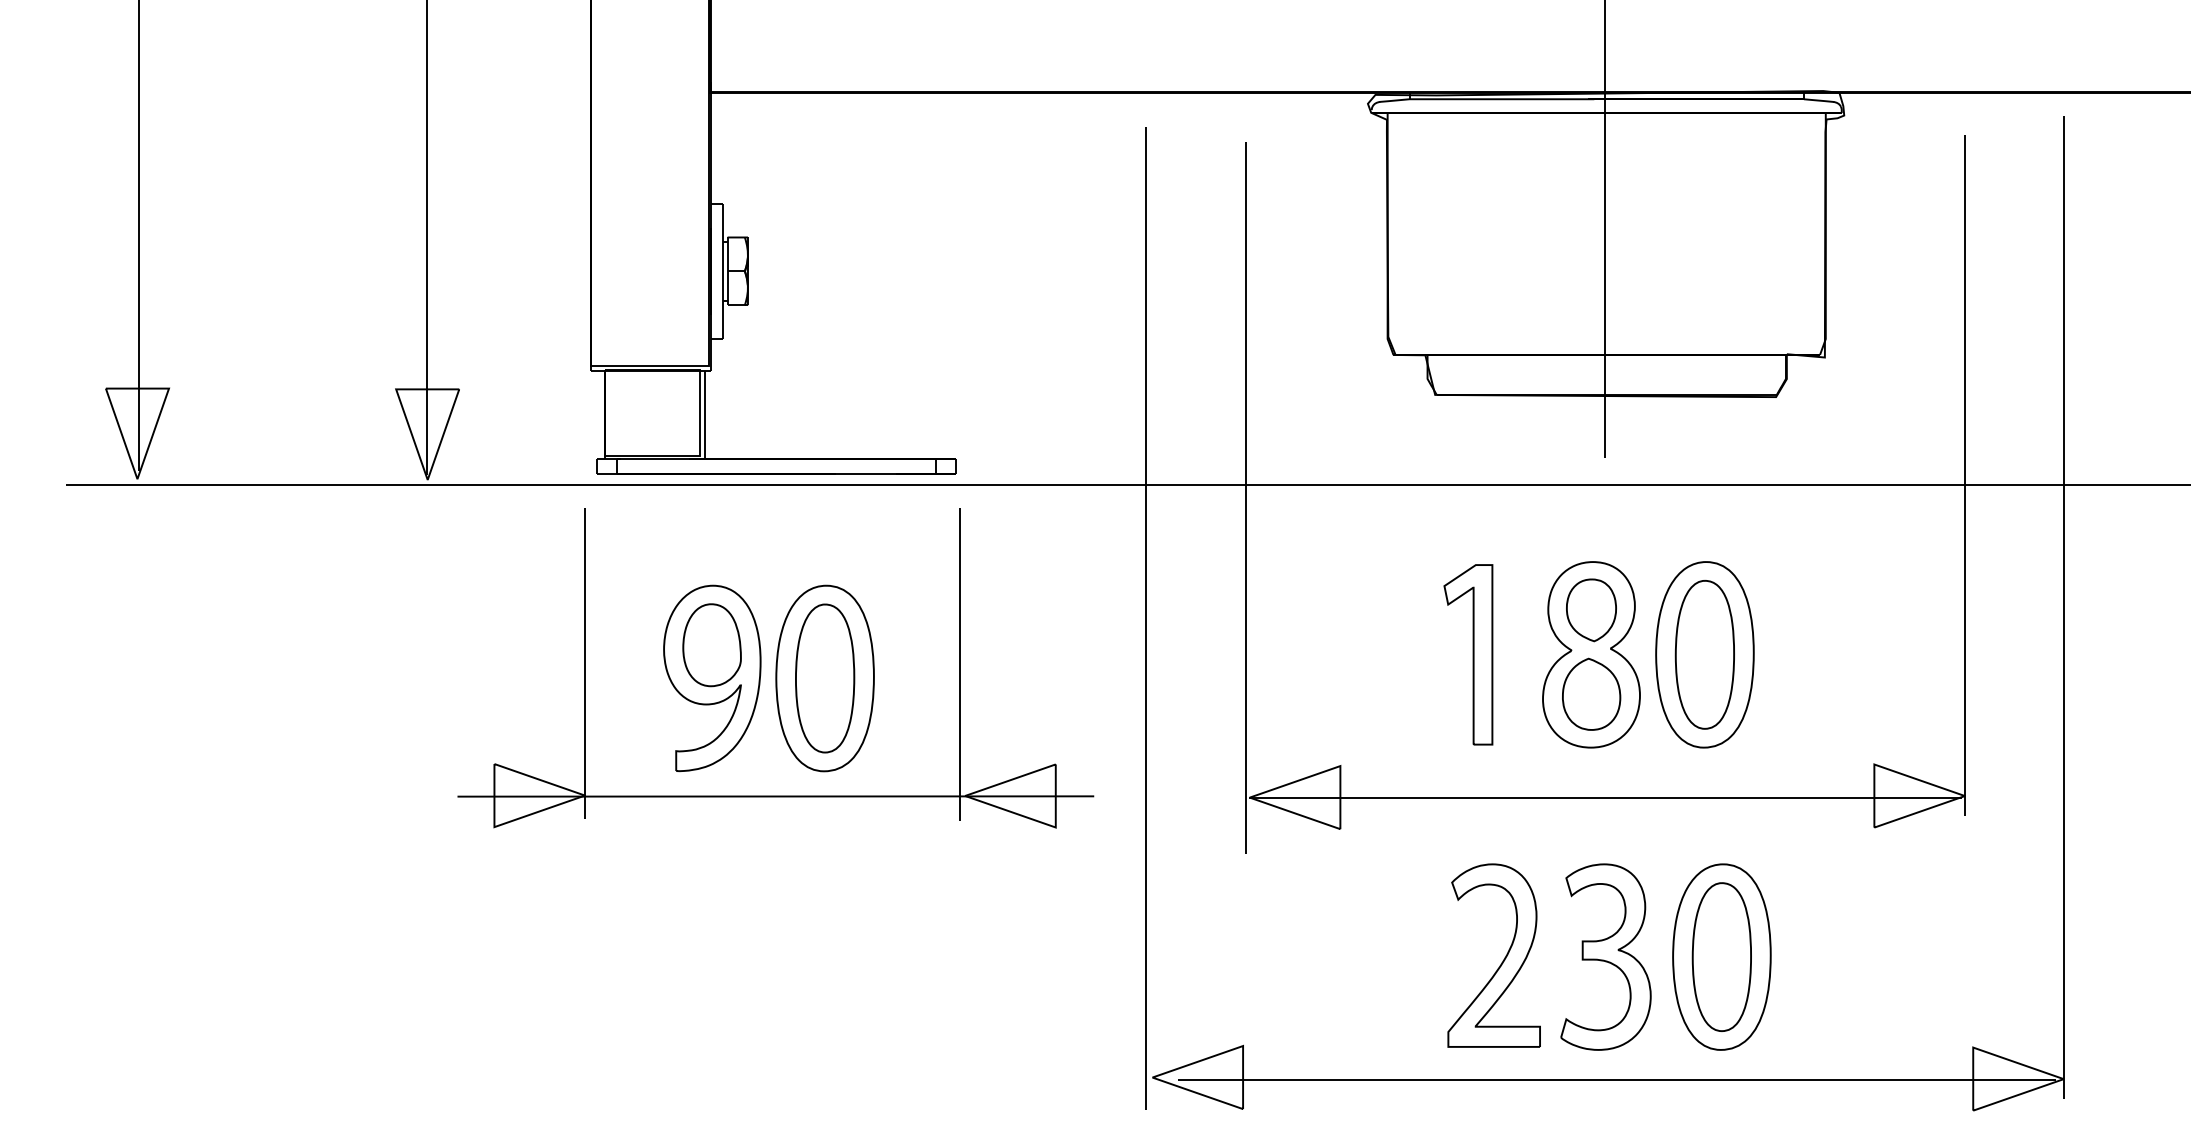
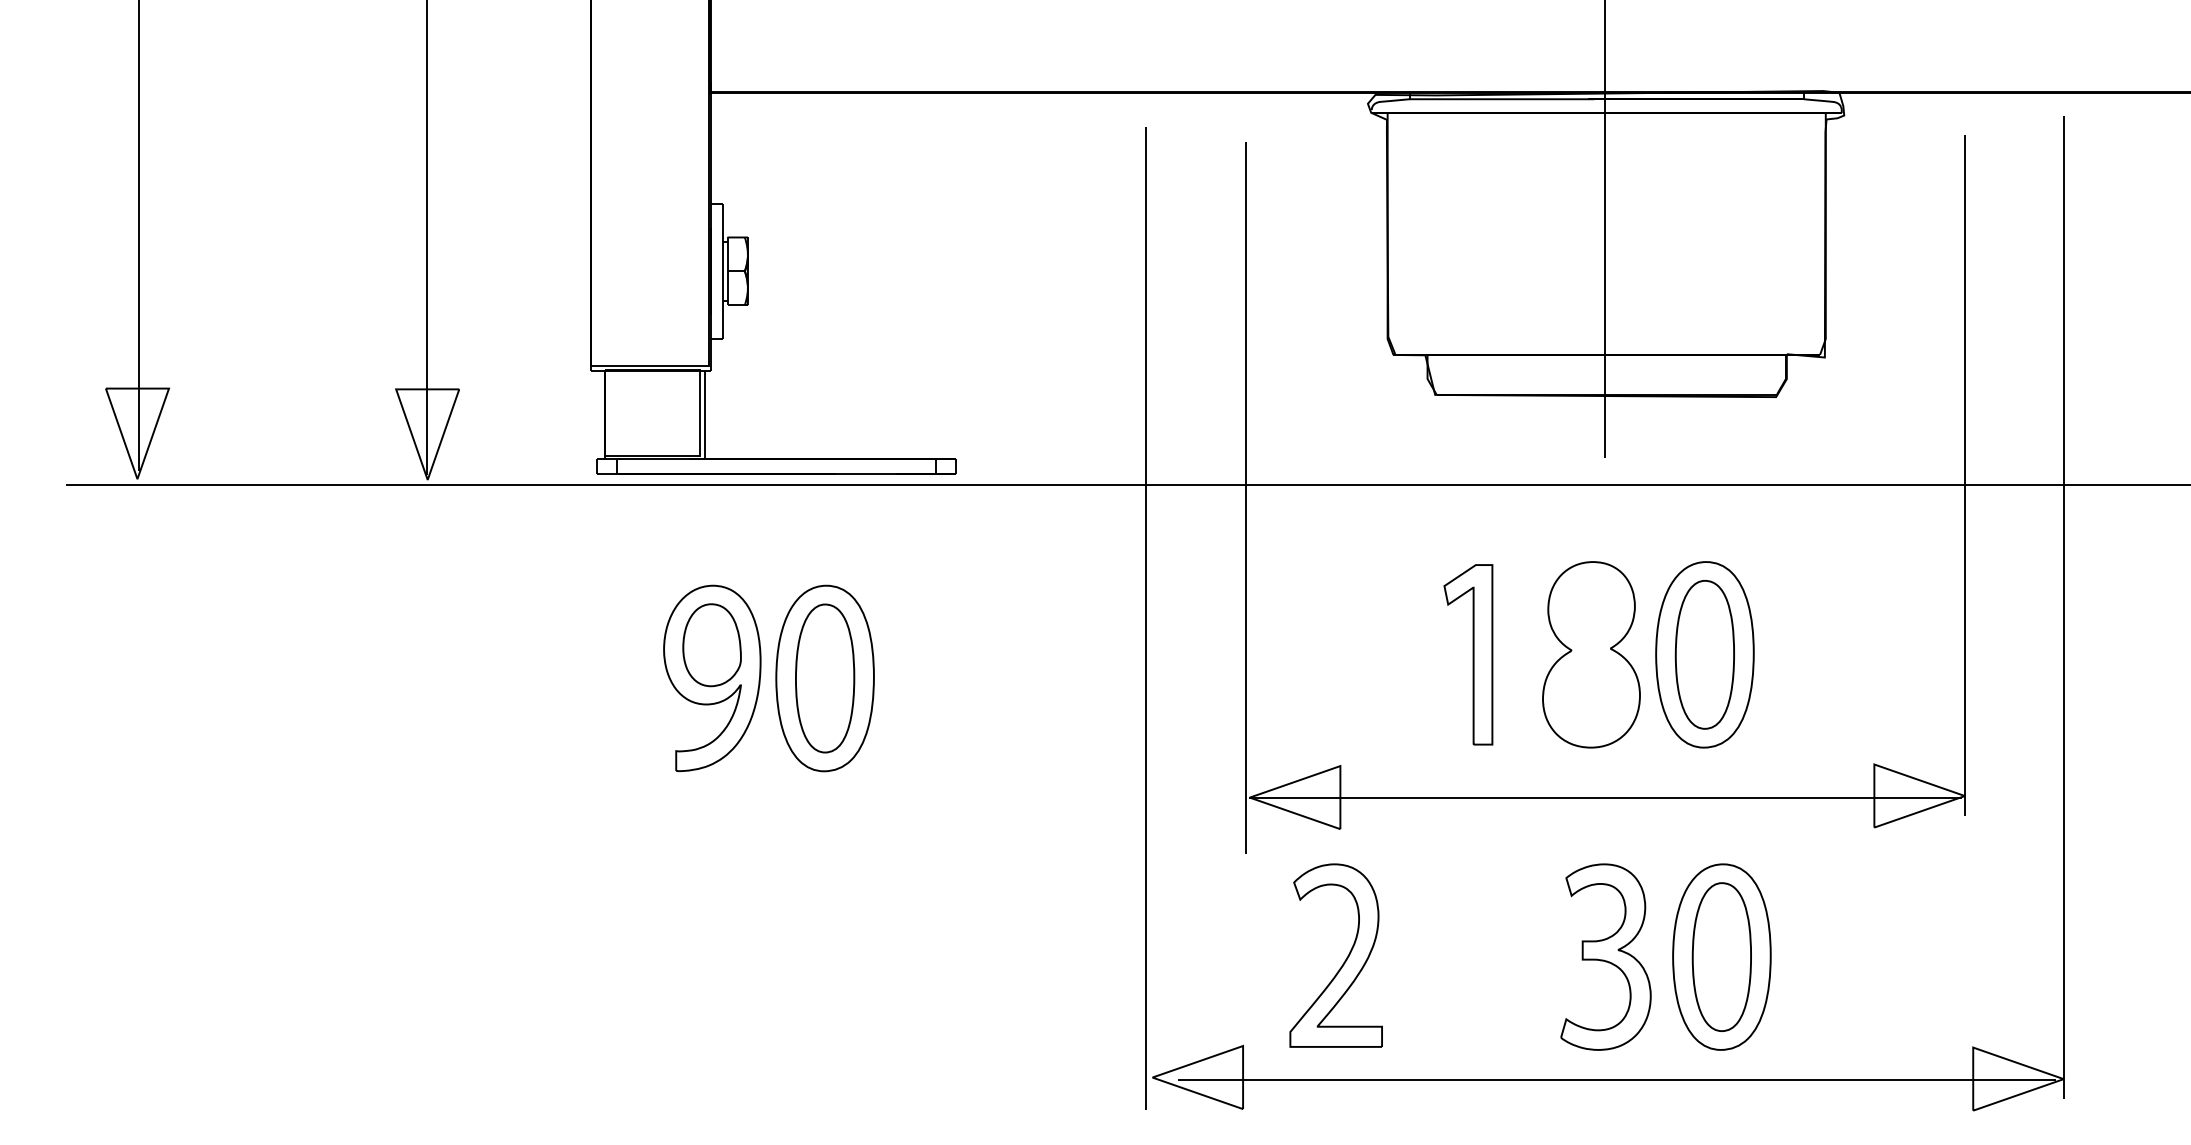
part at (1591, 610): present -> none
part at (1591, 693): present -> none
part at (775, 795): present -> none
part at (1502, 960) position: (1502, 960) -> (1344, 960)
